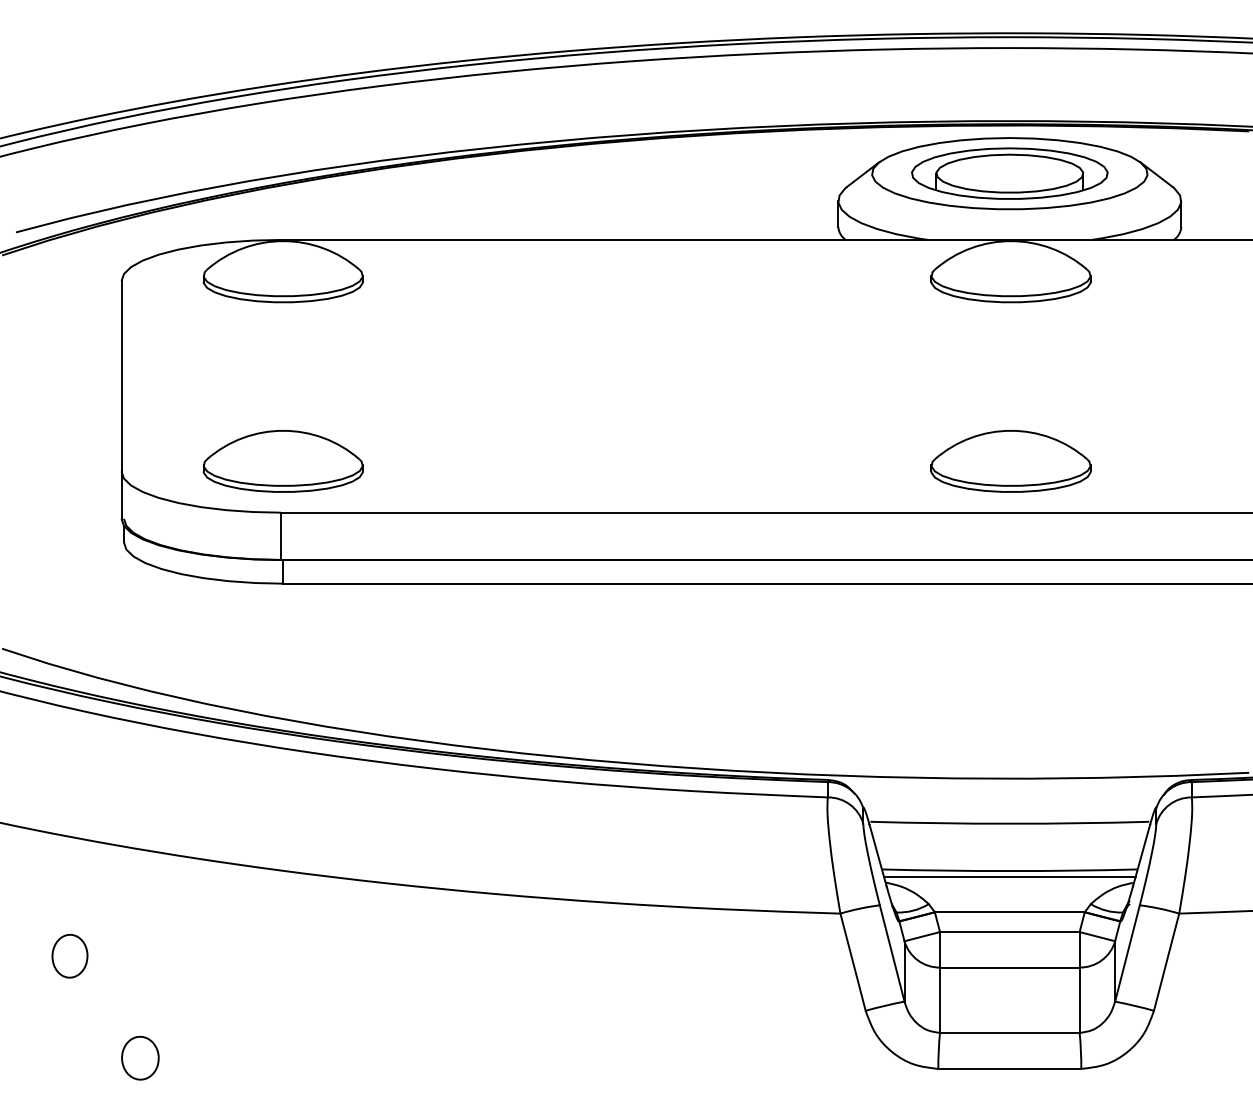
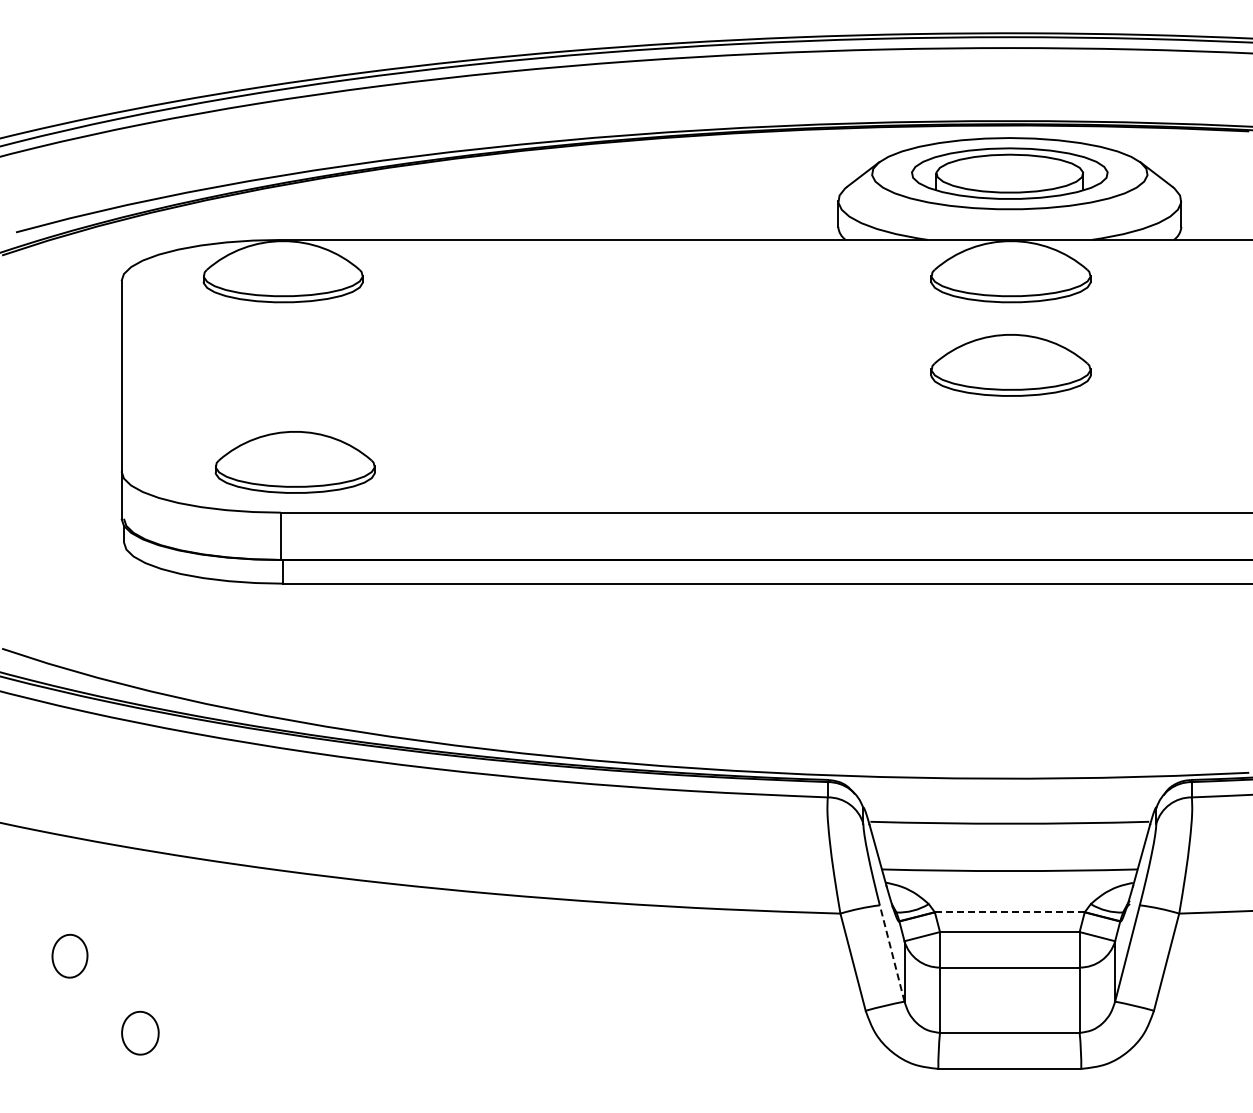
part at (282, 461) position: (282, 461) -> (294, 462)
part at (1010, 461) position: (1010, 461) -> (1010, 365)
line at (1009, 876): present -> none
line at (1009, 912): solid -> dashed
line at (892, 953): solid -> dashed
part at (140, 1057) position: (140, 1057) -> (140, 1032)
